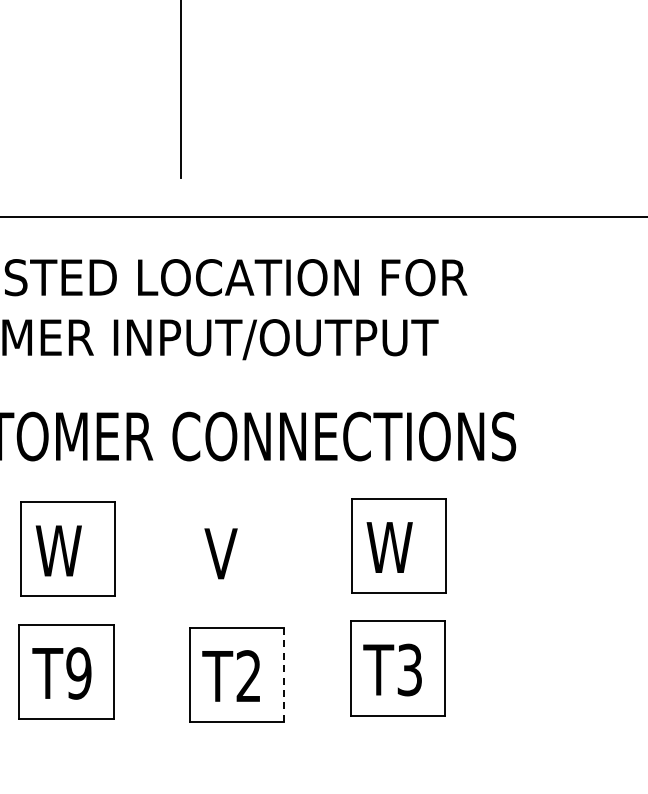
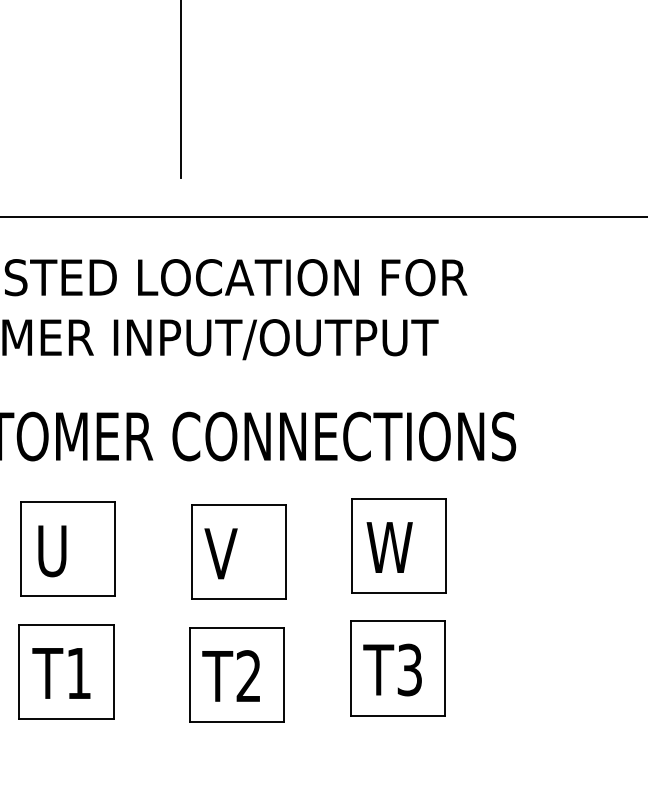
text at (58, 551): W -> U
part at (238, 551): none -> present
text at (78, 673): T9 -> T1
line at (284, 674): dashed -> solid
